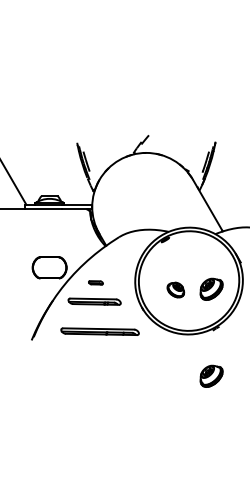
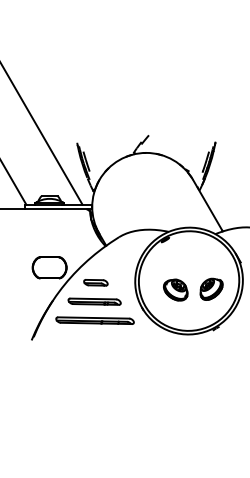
line at (42, 134): none -> present
part at (95, 282) size: 16x6 px -> 26x8 px
part at (175, 289) size: 20x18 px -> 26x24 px
part at (99, 331) position: (99, 331) -> (94, 320)
part at (211, 375): present -> none
